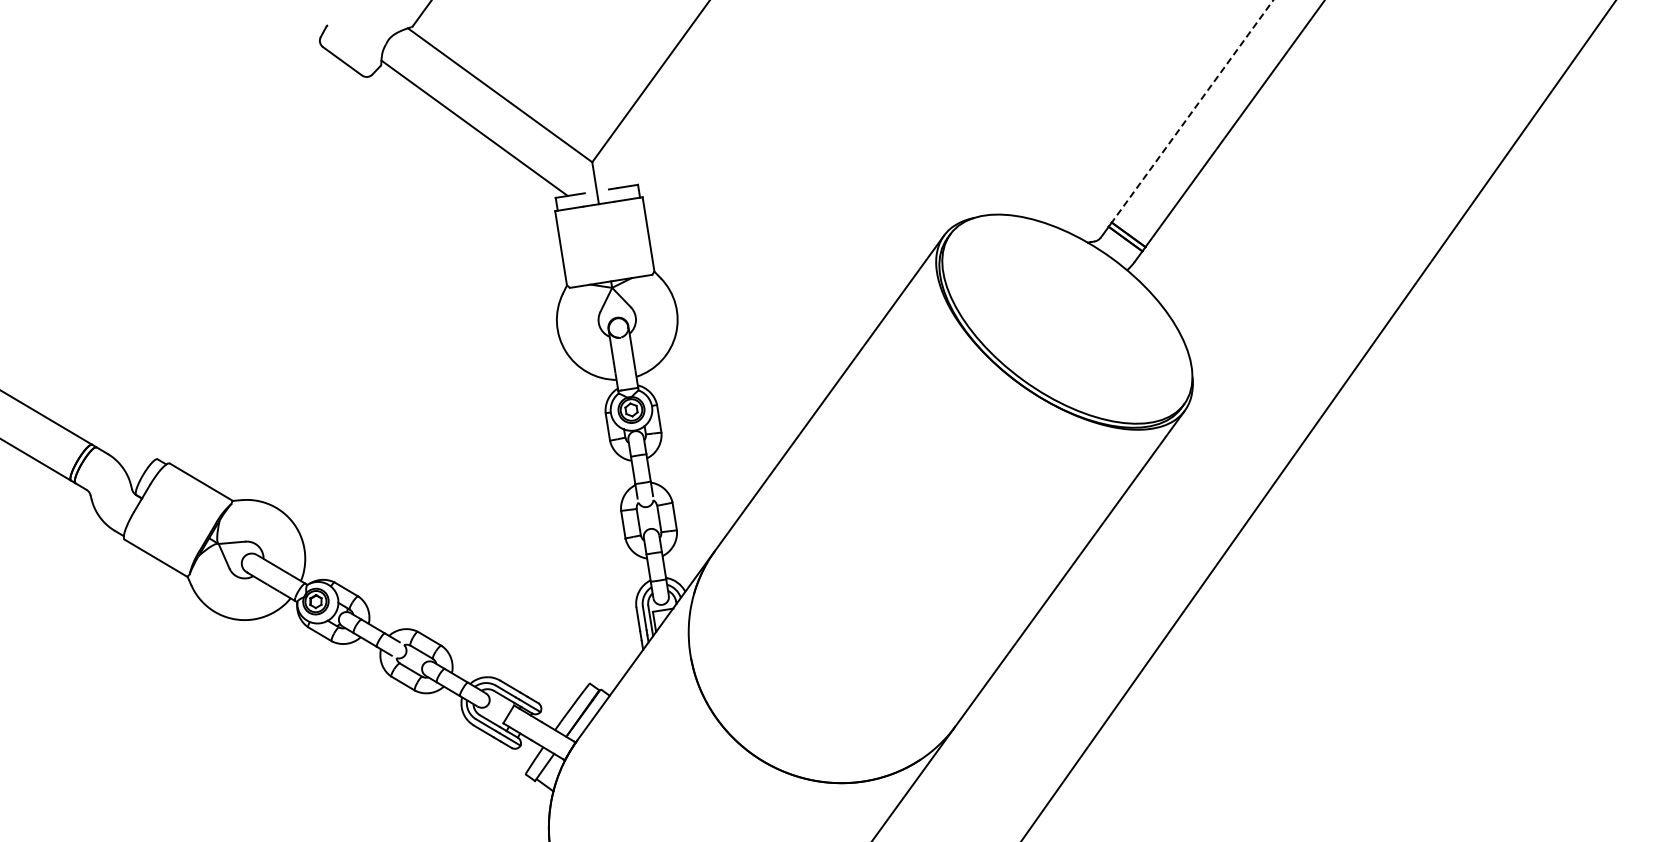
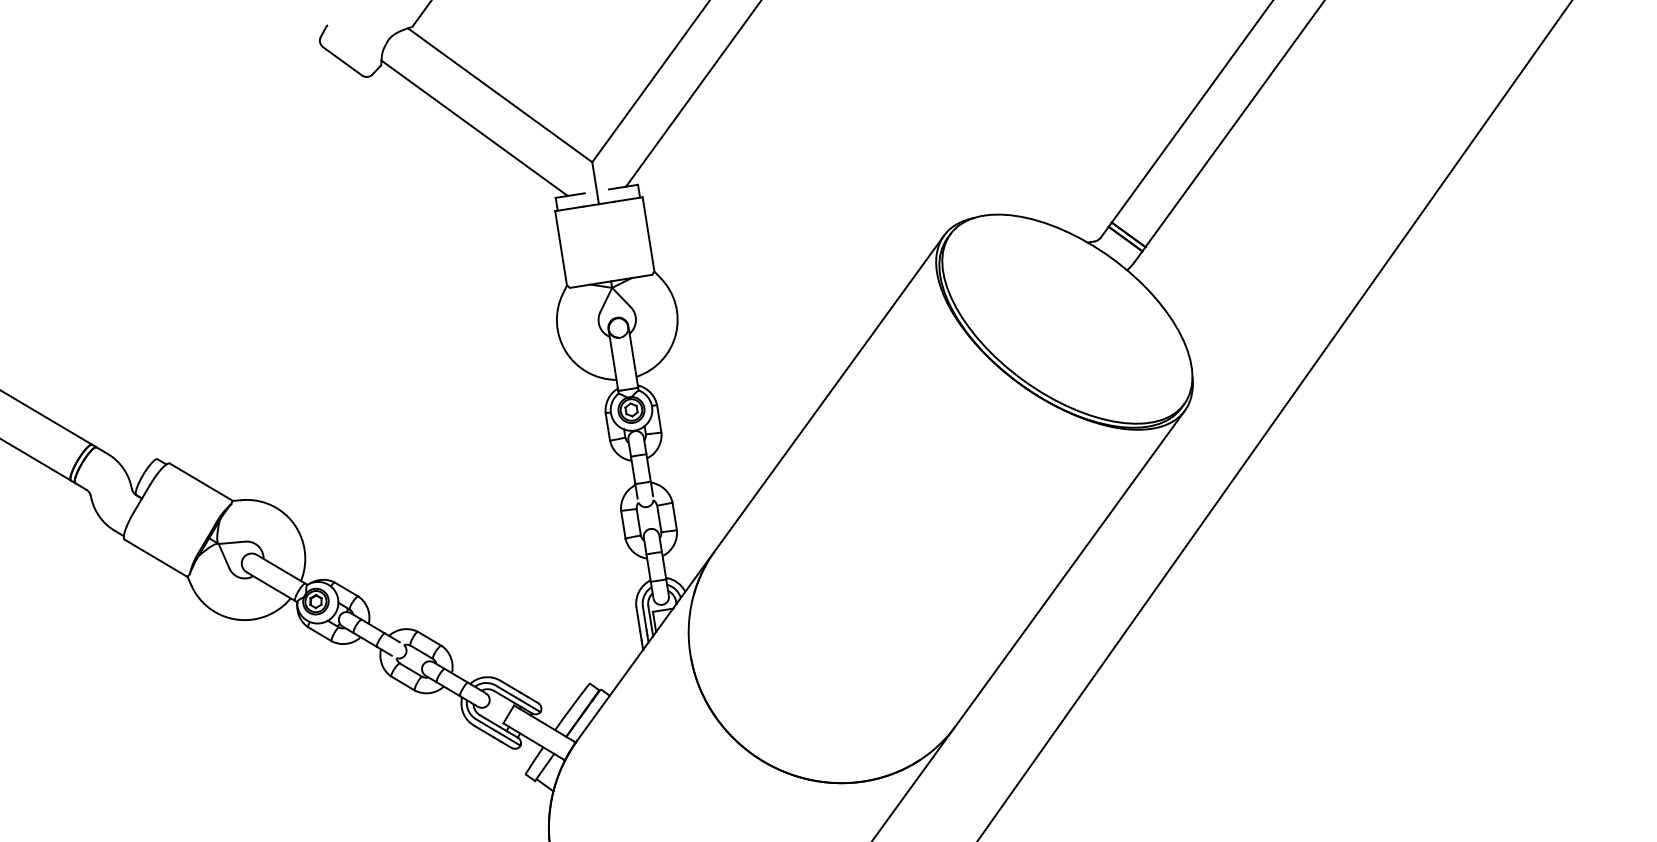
line at (692, 94): none -> present
line at (1192, 111): dashed -> solid
line at (1318, 420) position: (1318, 420) -> (1274, 420)
